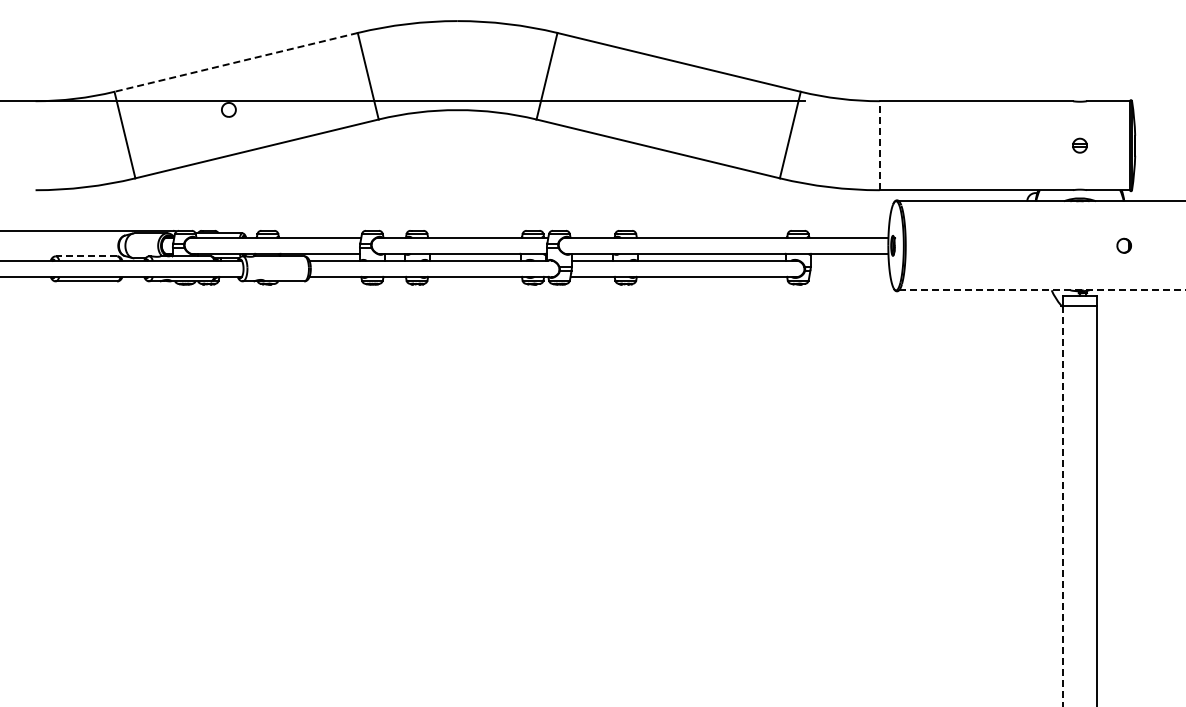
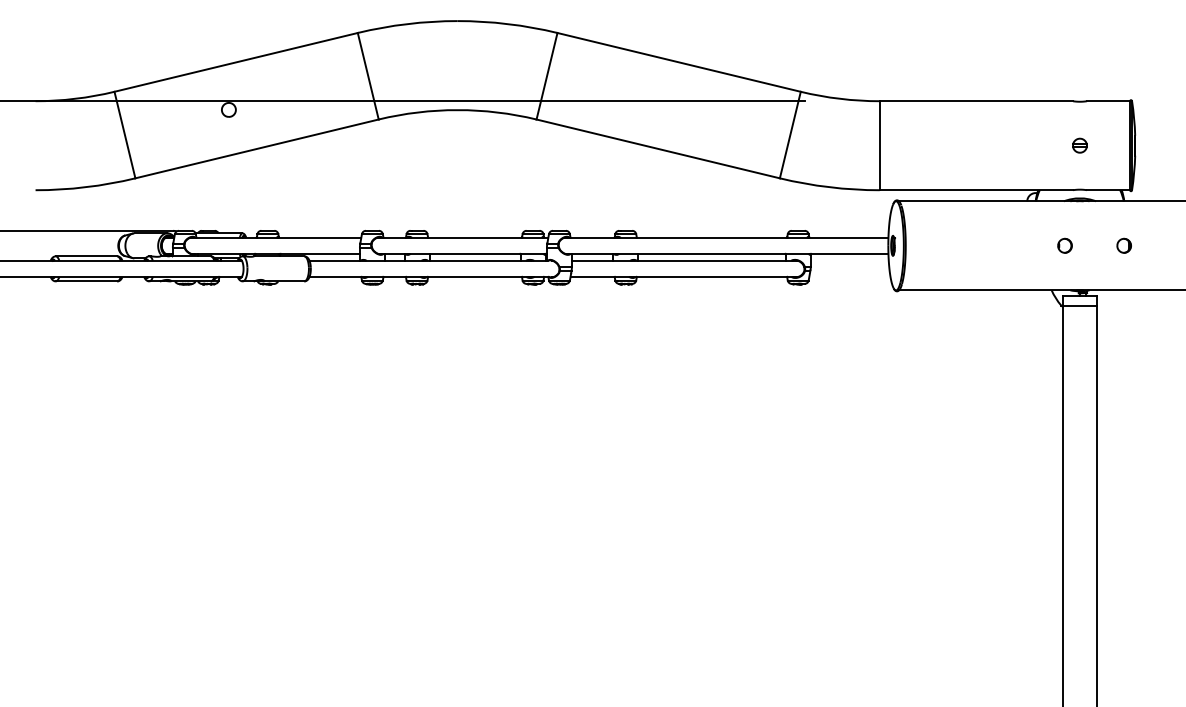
line at (235, 62): dashed -> solid
line at (879, 145): dashed -> solid
part at (1064, 245): none -> present
line at (86, 256): dashed -> solid
line at (1042, 290): dashed -> solid
line at (1063, 506): dashed -> solid
